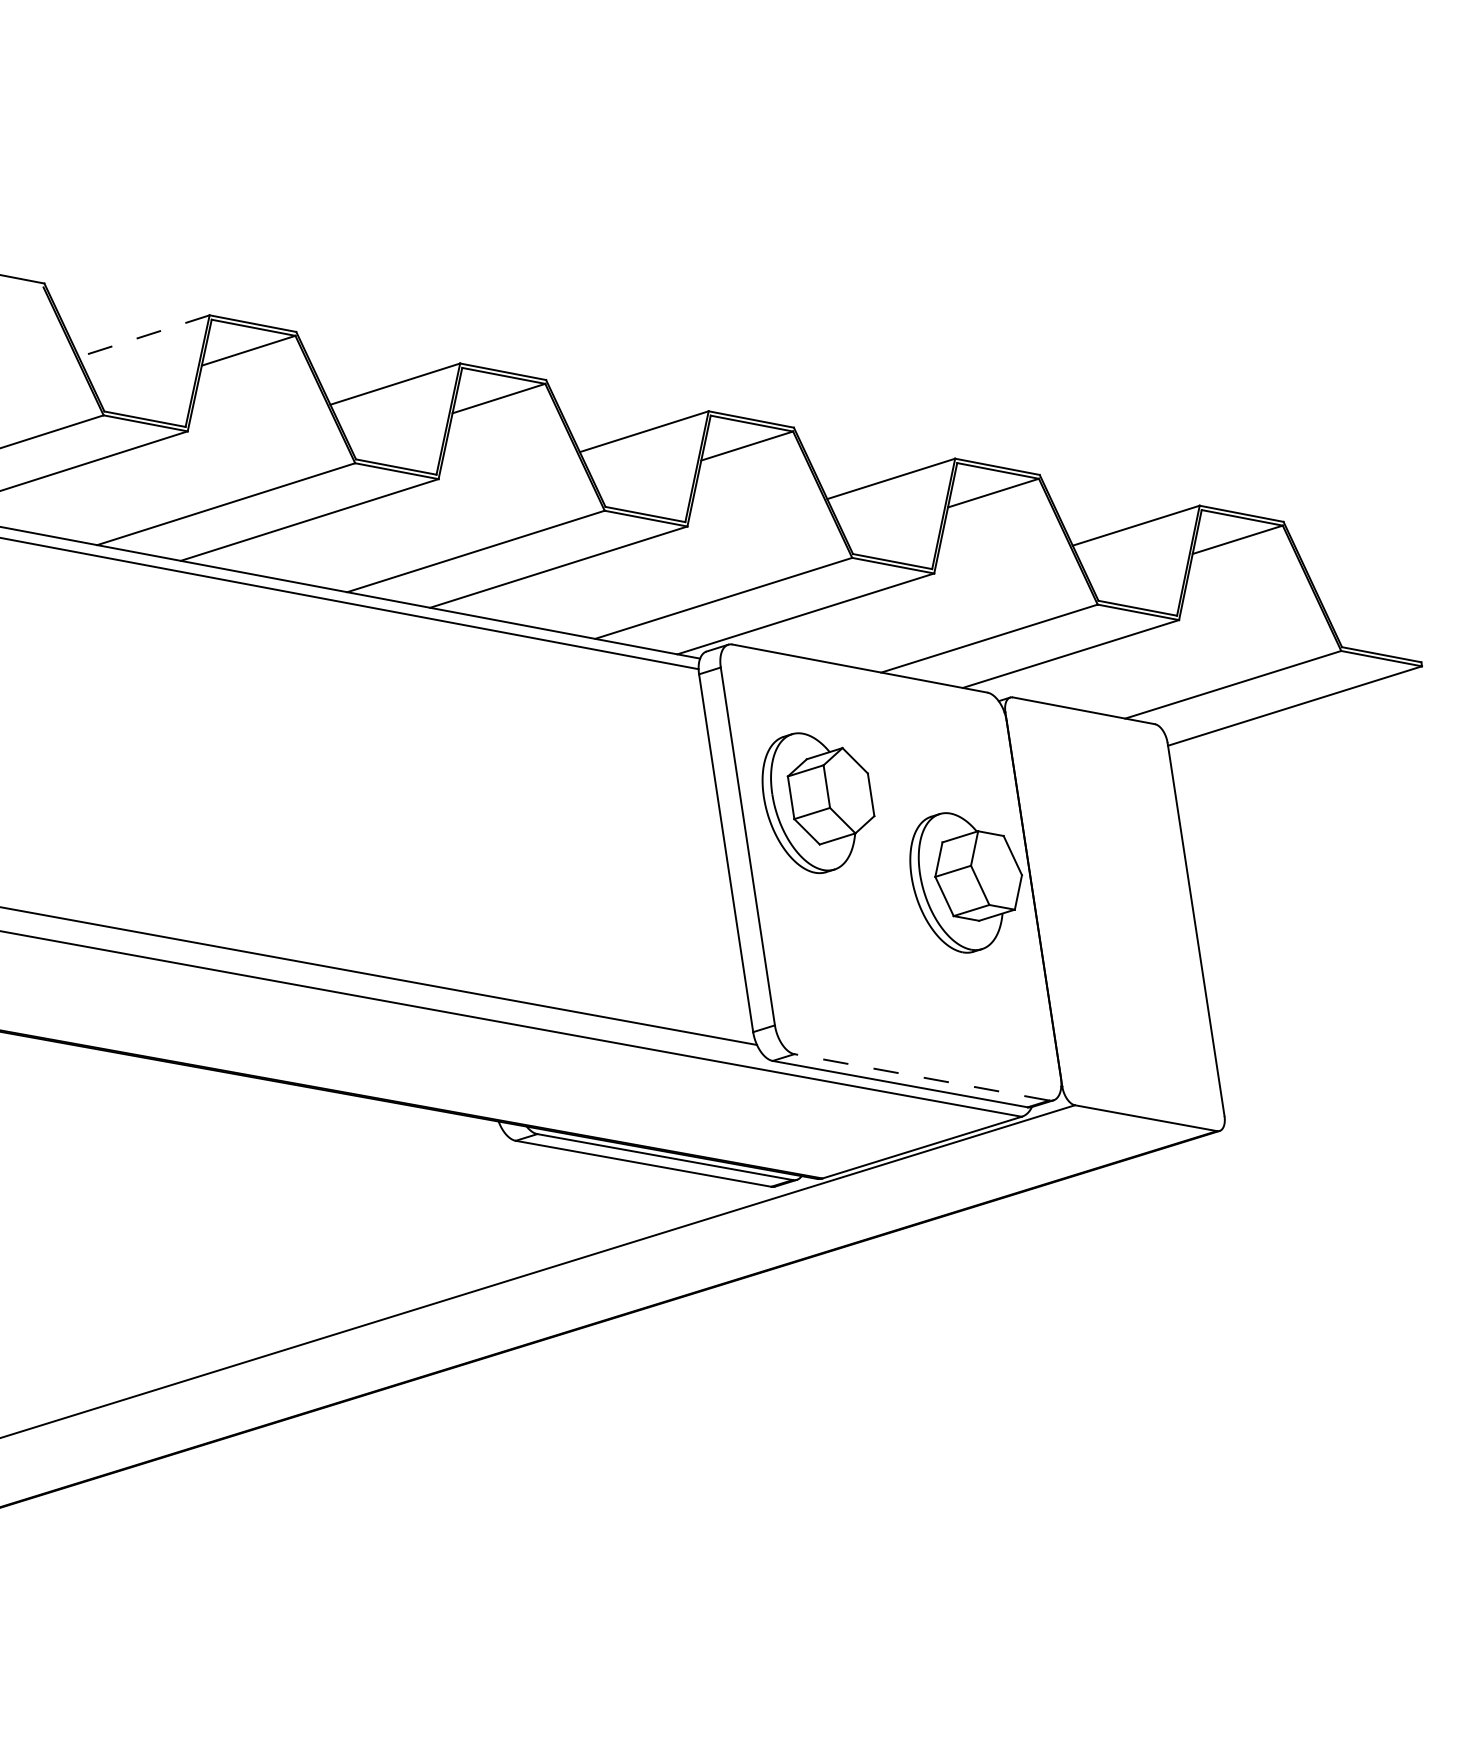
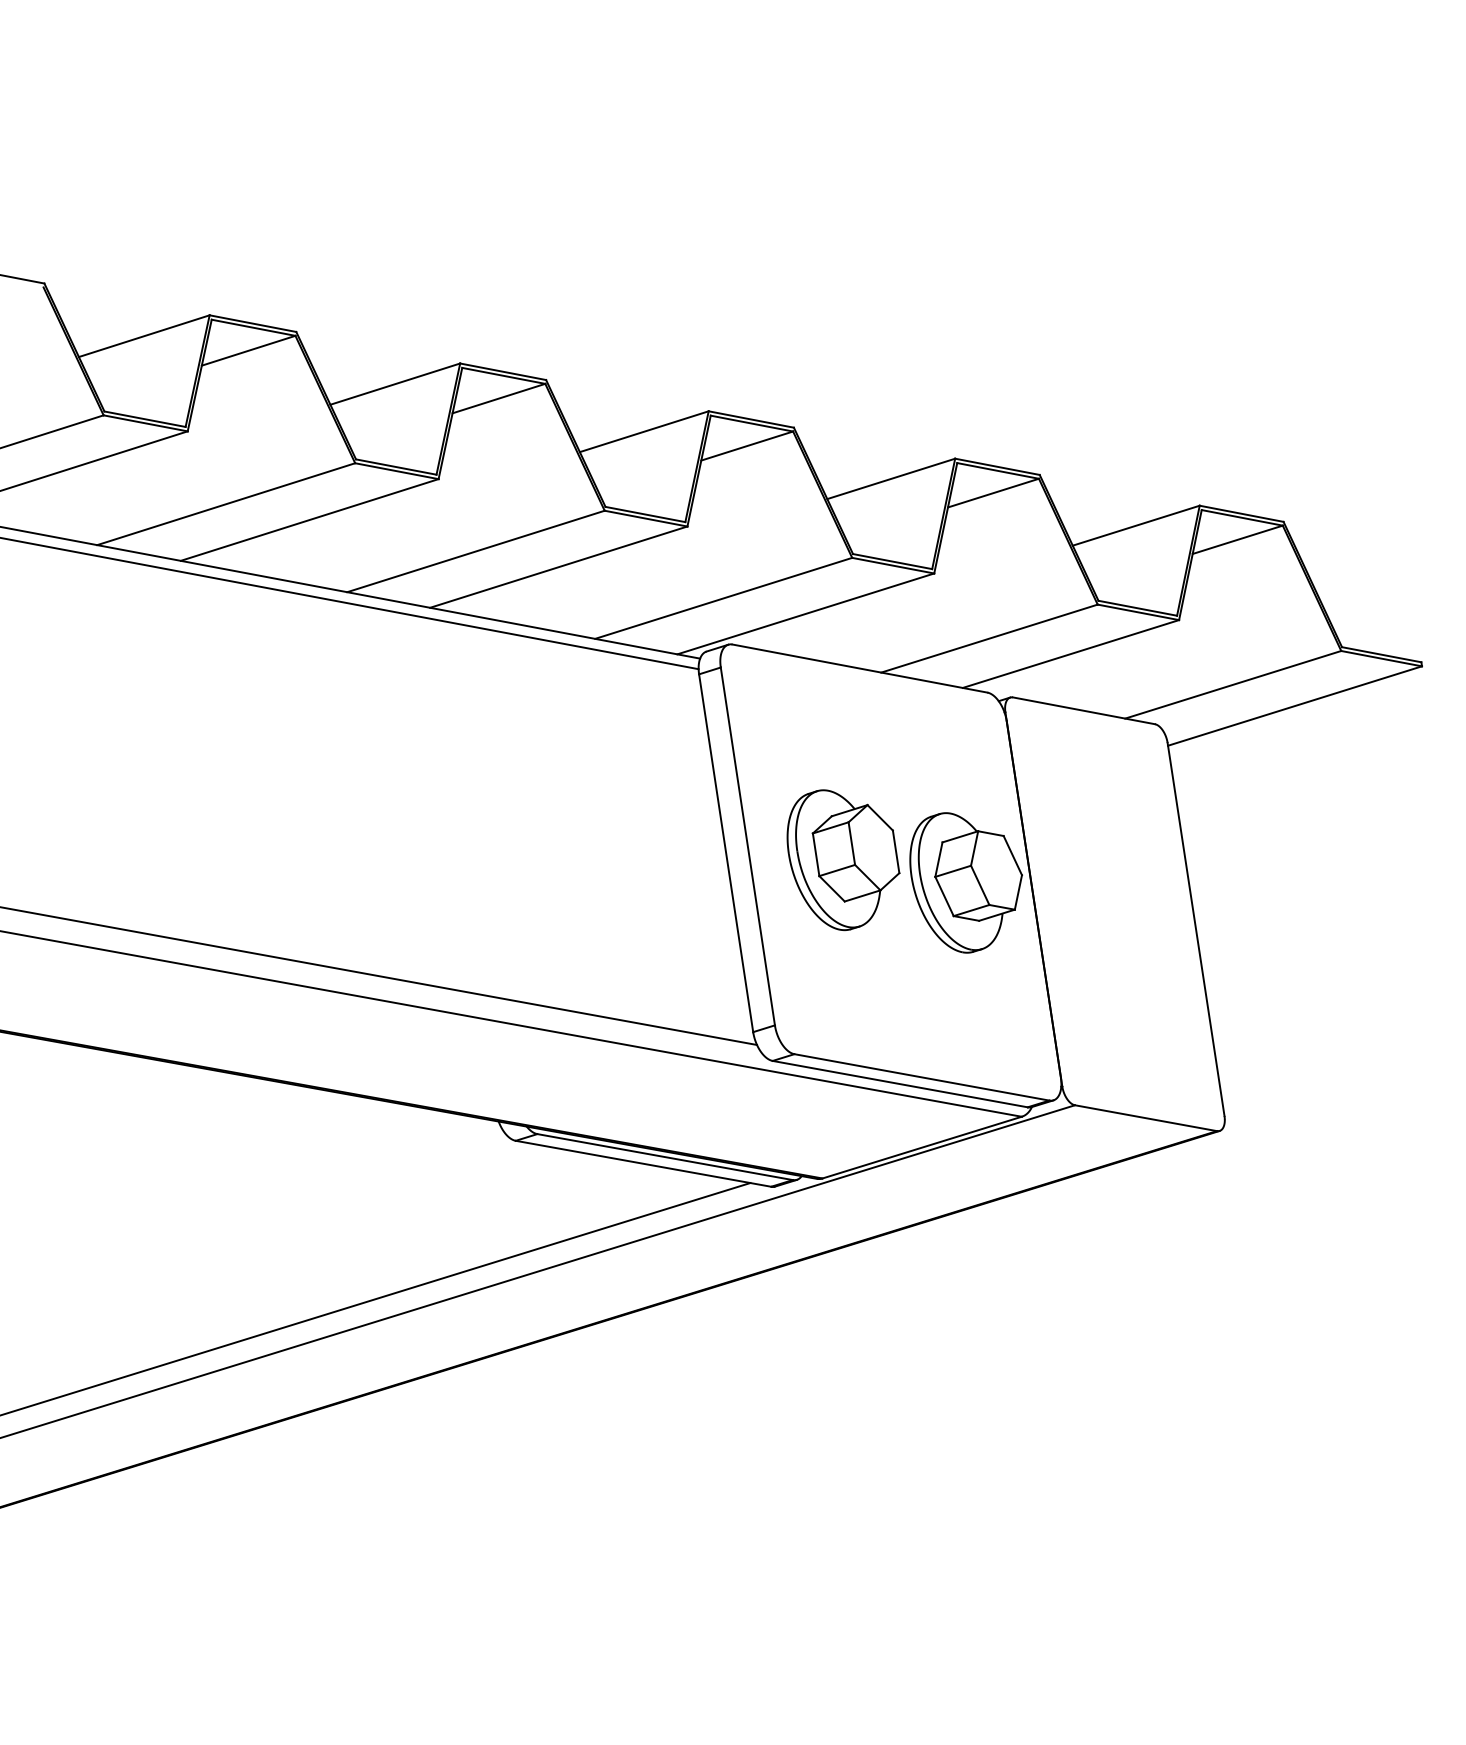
line at (144, 336): dashed -> solid
part at (818, 803) position: (818, 803) -> (843, 860)
line at (921, 1077): dashed -> solid
line at (376, 1298): none -> present
